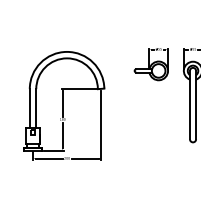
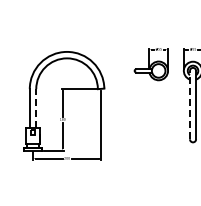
line at (189, 104): solid -> dashed
line at (36, 108): solid -> dashed
